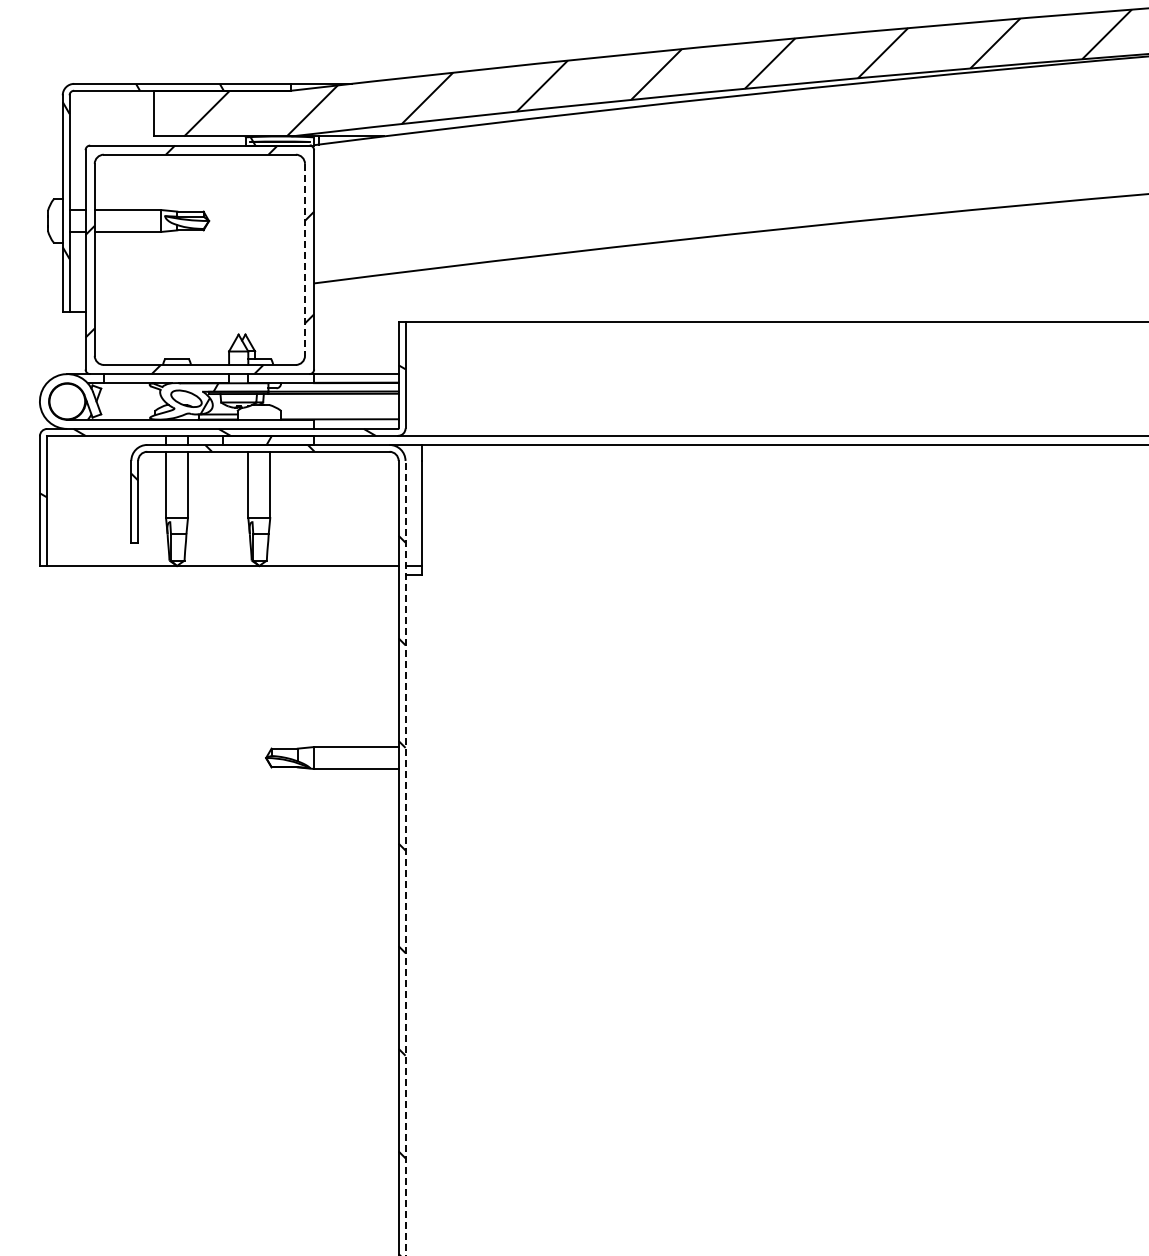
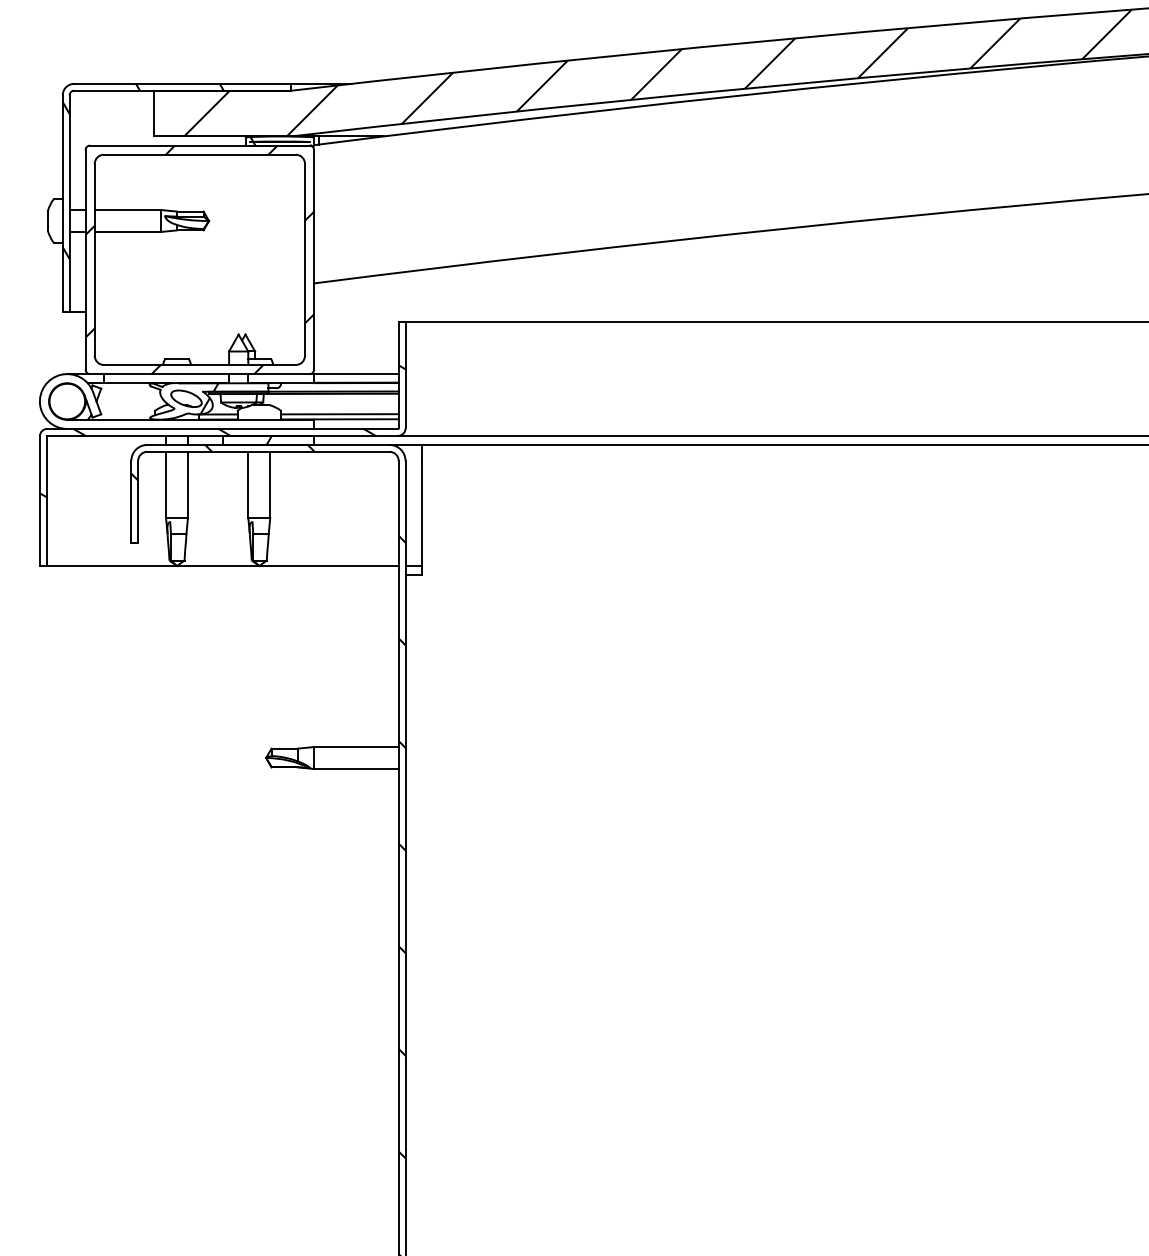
line at (304, 259): dashed -> solid
line at (339, 414): none -> present
line at (405, 857): dashed -> solid
